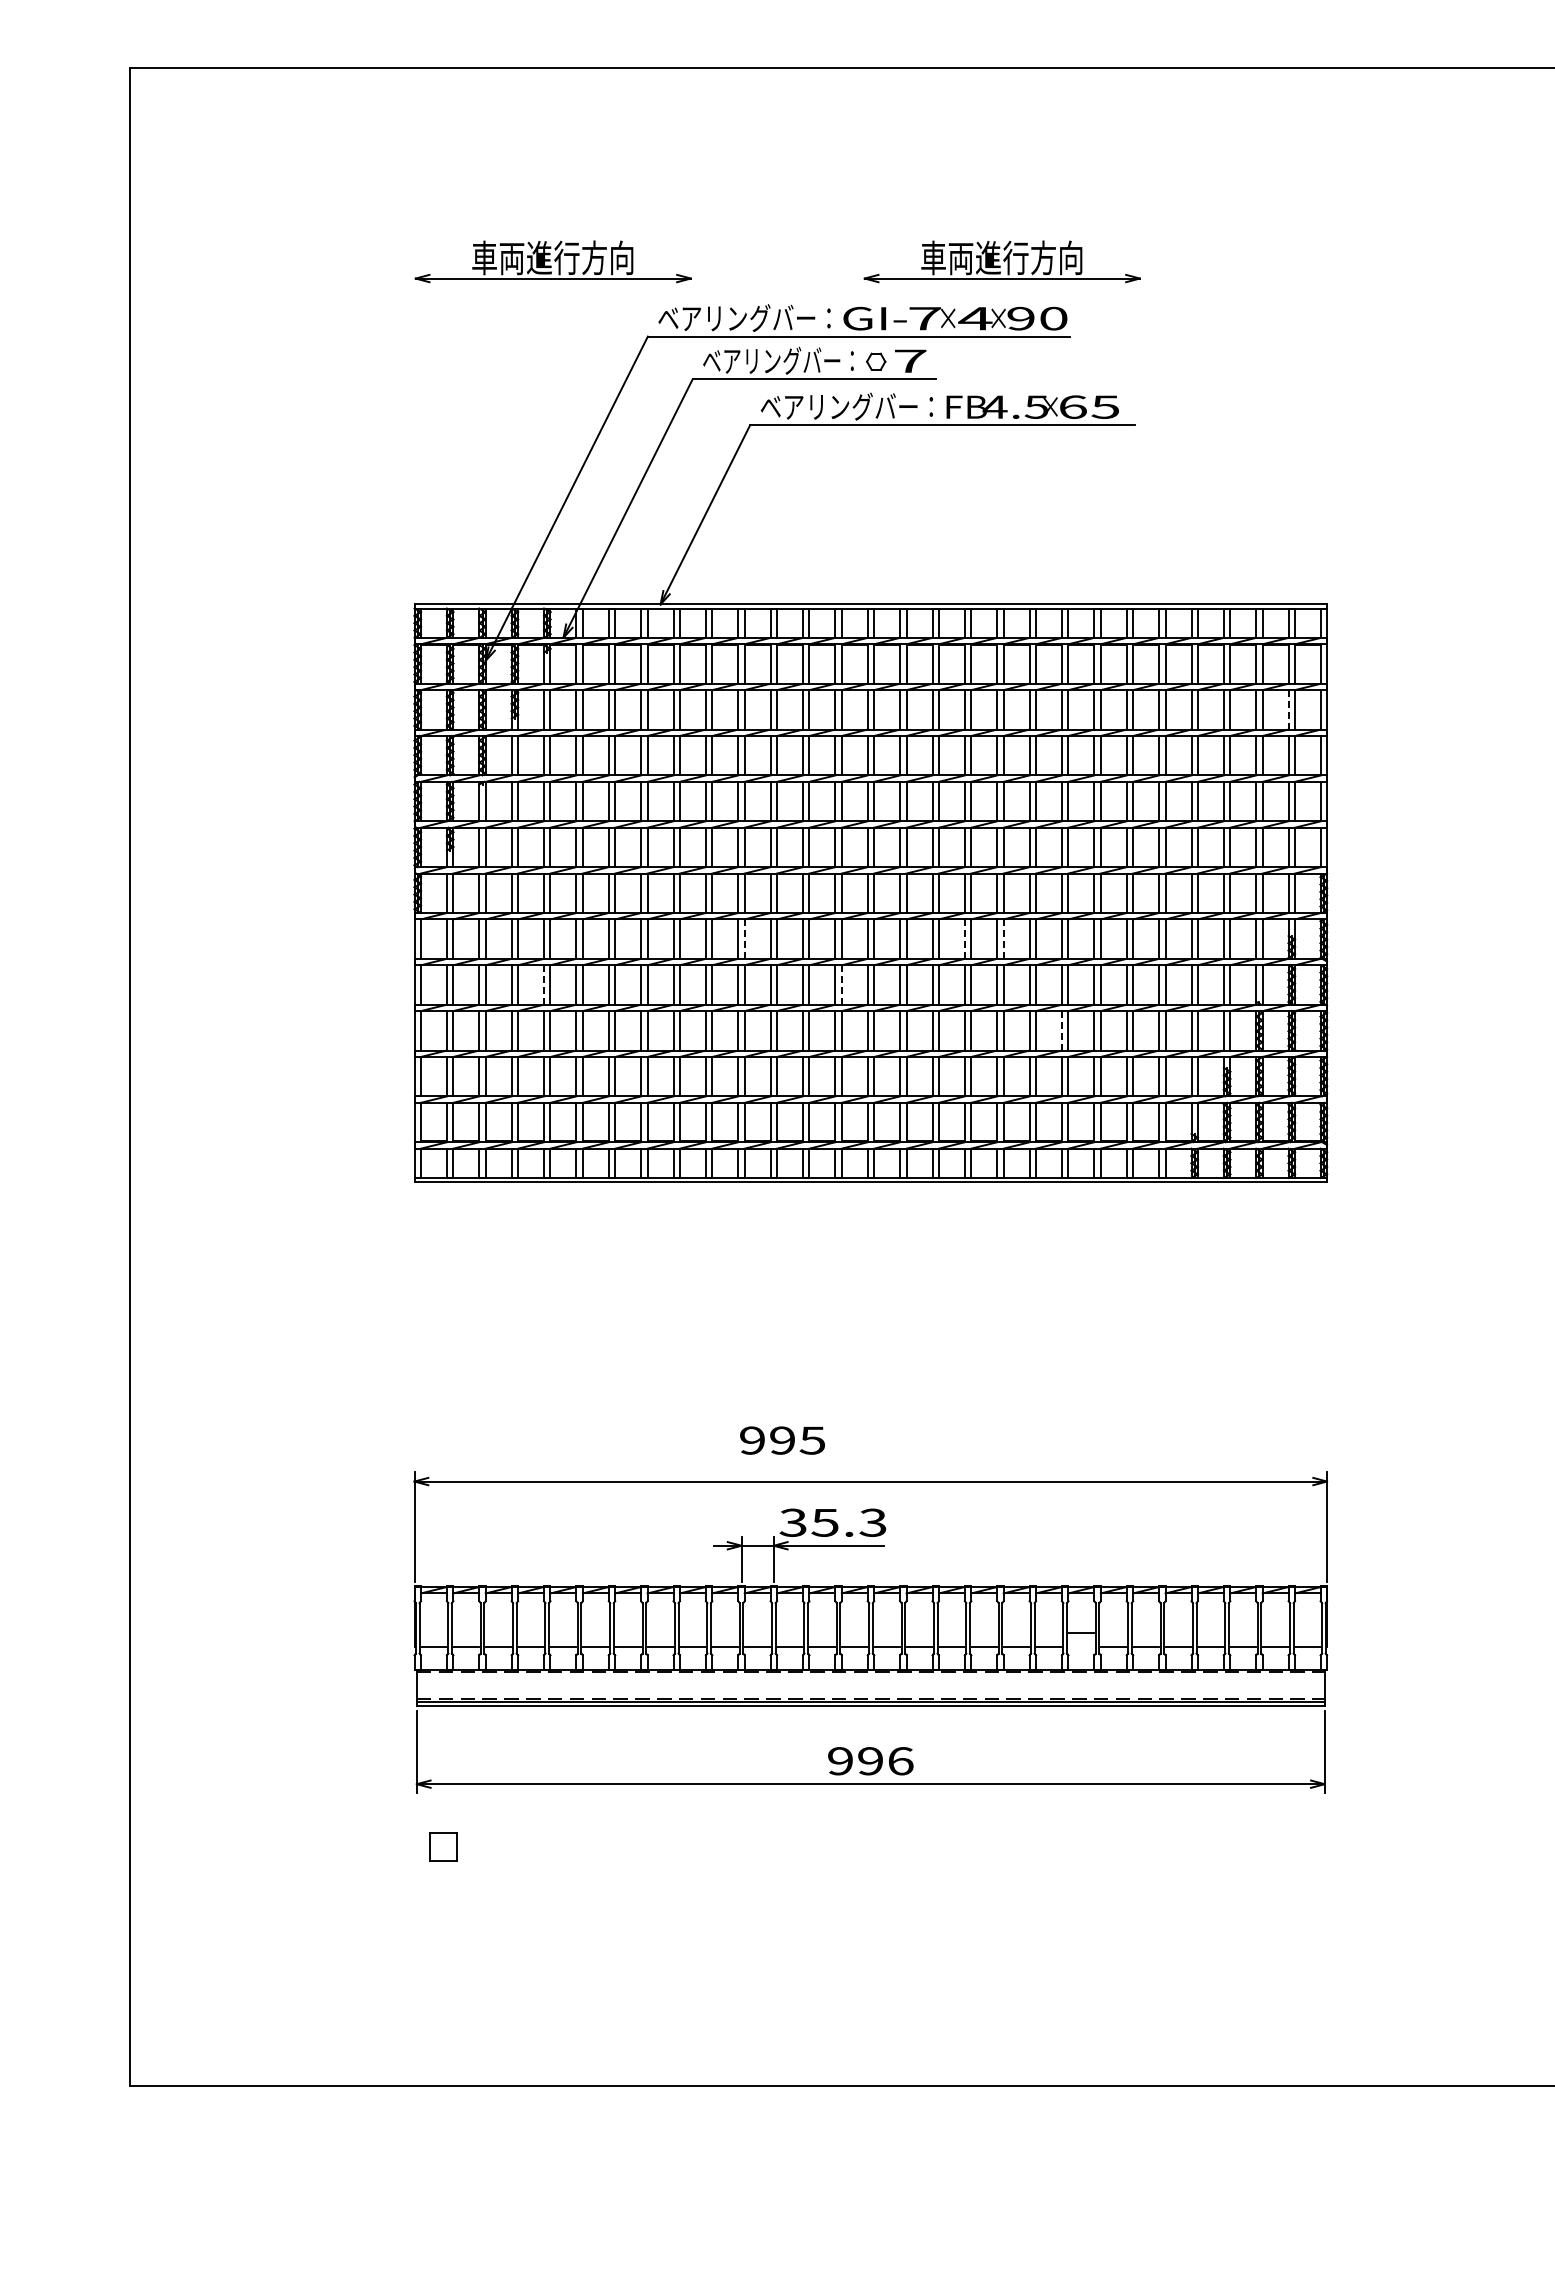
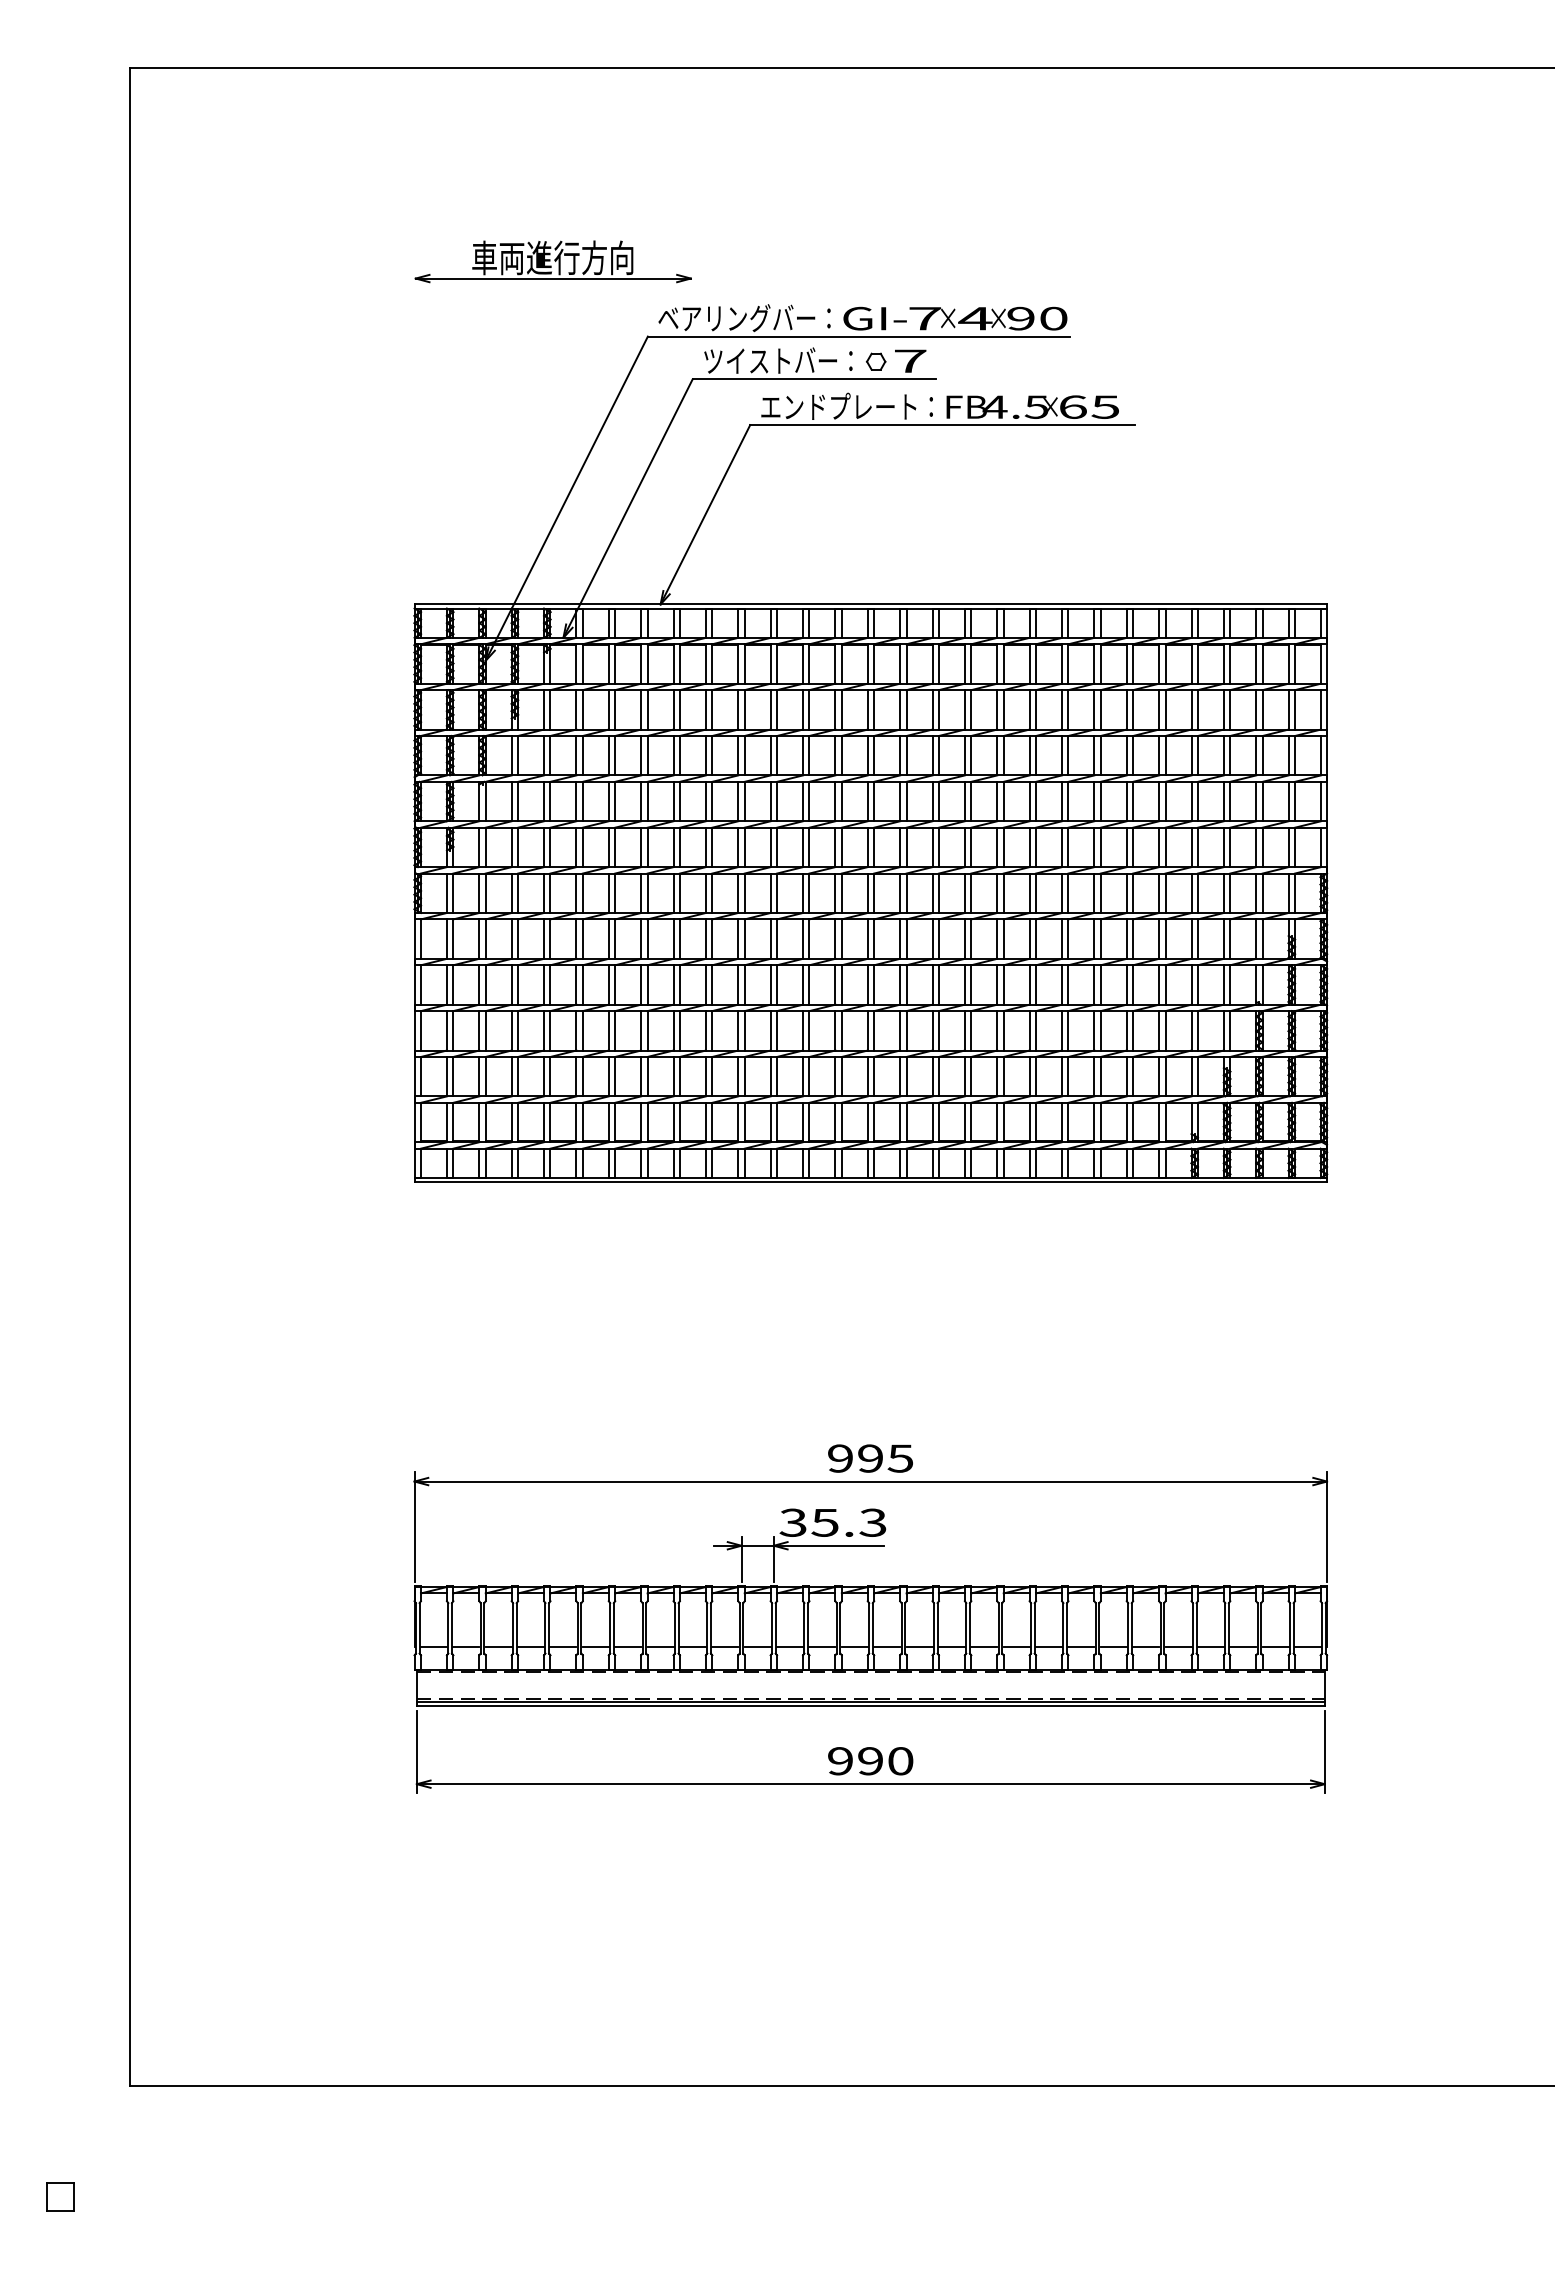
part at (1001, 261): present -> none
text at (778, 360): ベアリングバー： -> ツイストバー：
text at (838, 406): ベアリングバー： -> エンドプレート：
line at (1288, 709): dashed -> solid
line at (744, 939): dashed -> solid
line at (964, 939): dashed -> solid
line at (1003, 939): dashed -> solid
line at (544, 984): dashed -> solid
line at (841, 984): dashed -> solid
line at (1062, 1030): dashed -> solid
text at (782, 1440) position: (782, 1440) -> (870, 1458)
line at (1081, 1632) position: (1081, 1632) -> (1081, 1646)
text at (900, 1761): 996 -> 990
part at (443, 1846) position: (443, 1846) -> (60, 2196)
